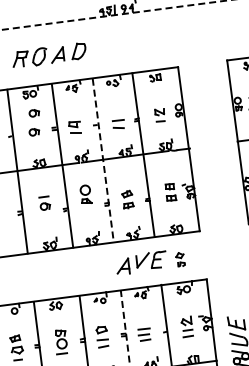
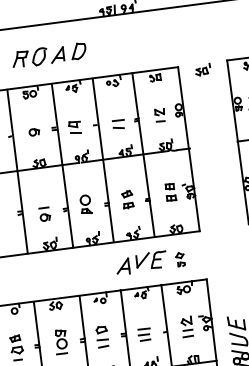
line at (115, 15): dashed -> solid
part at (203, 69): none -> present
part at (34, 113): present -> none
line at (103, 160): dashed -> solid
part at (85, 193) position: (85, 193) -> (85, 203)
part at (44, 202) position: (44, 202) -> (44, 213)
line at (125, 327): dashed -> solid
